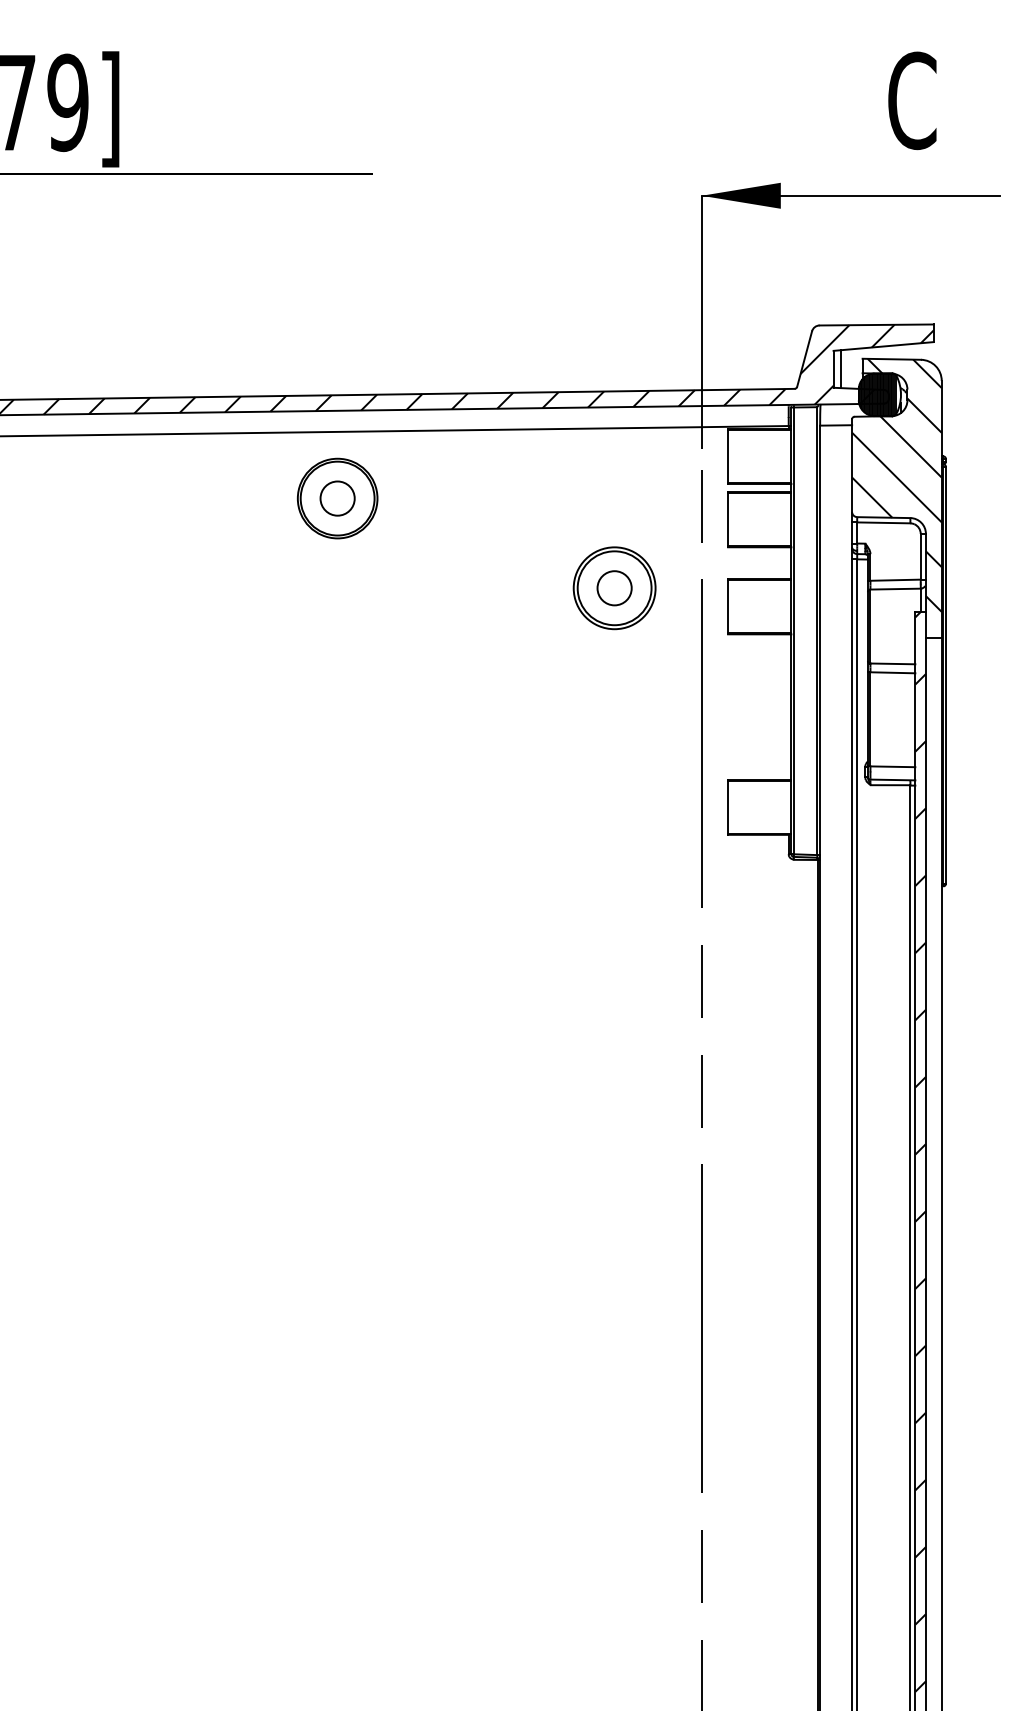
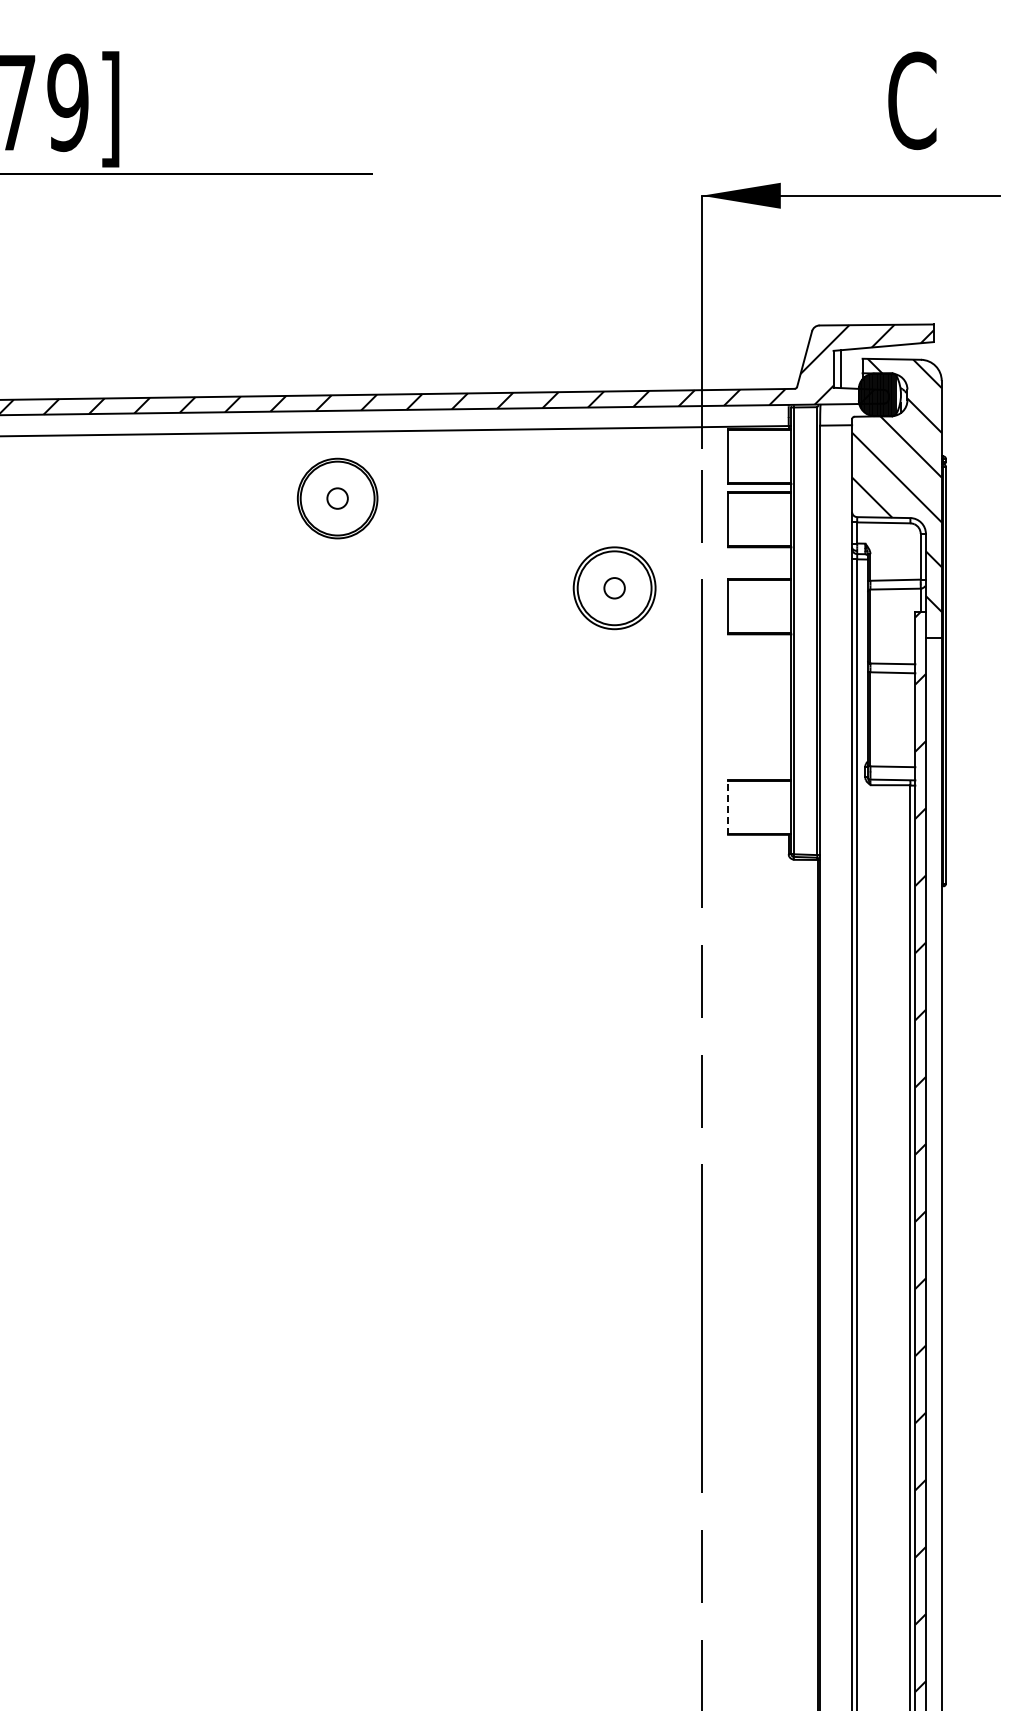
circle at (337, 498) diameter: 34 px -> 21 px
circle at (614, 588) diameter: 34 px -> 21 px
line at (728, 807): solid -> dashed
